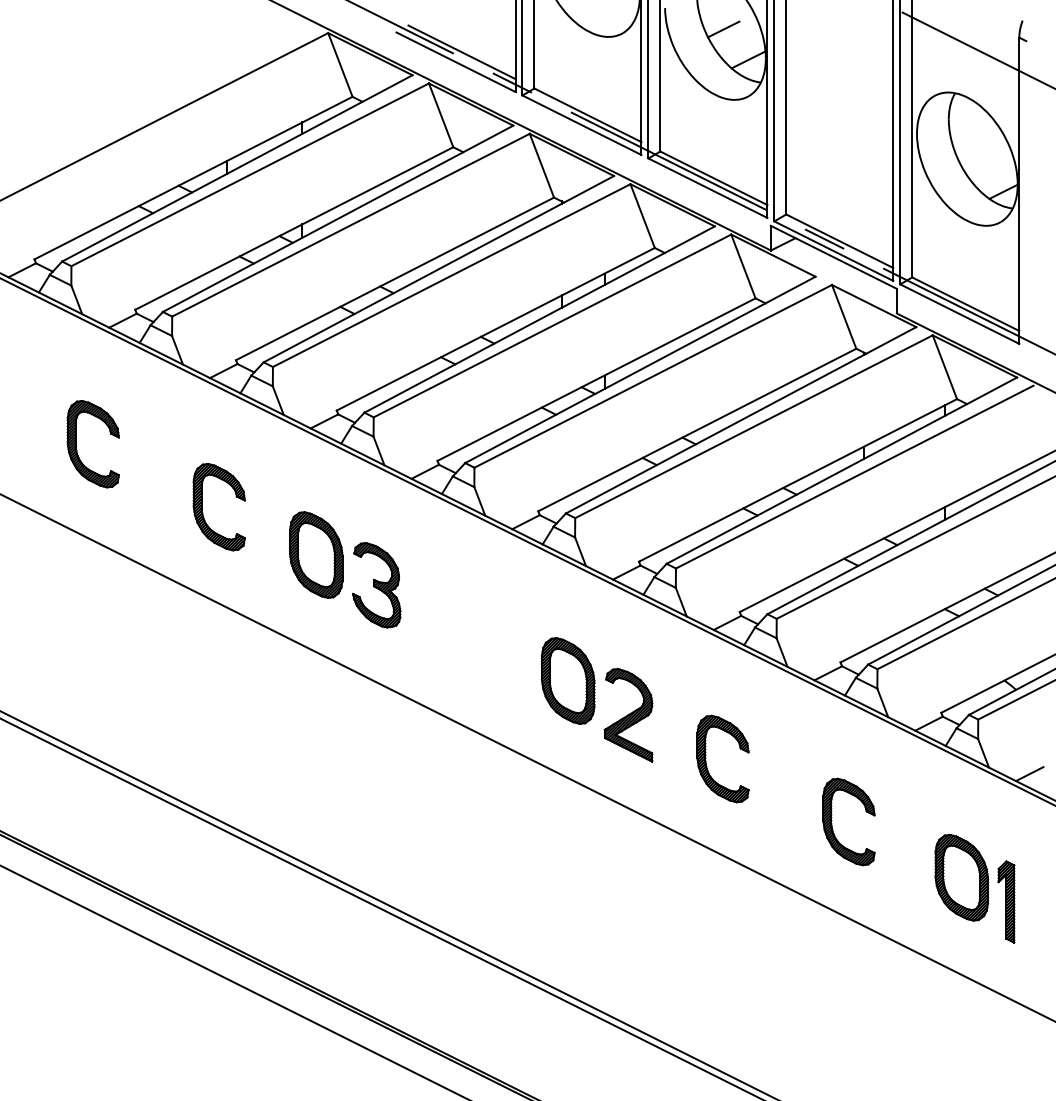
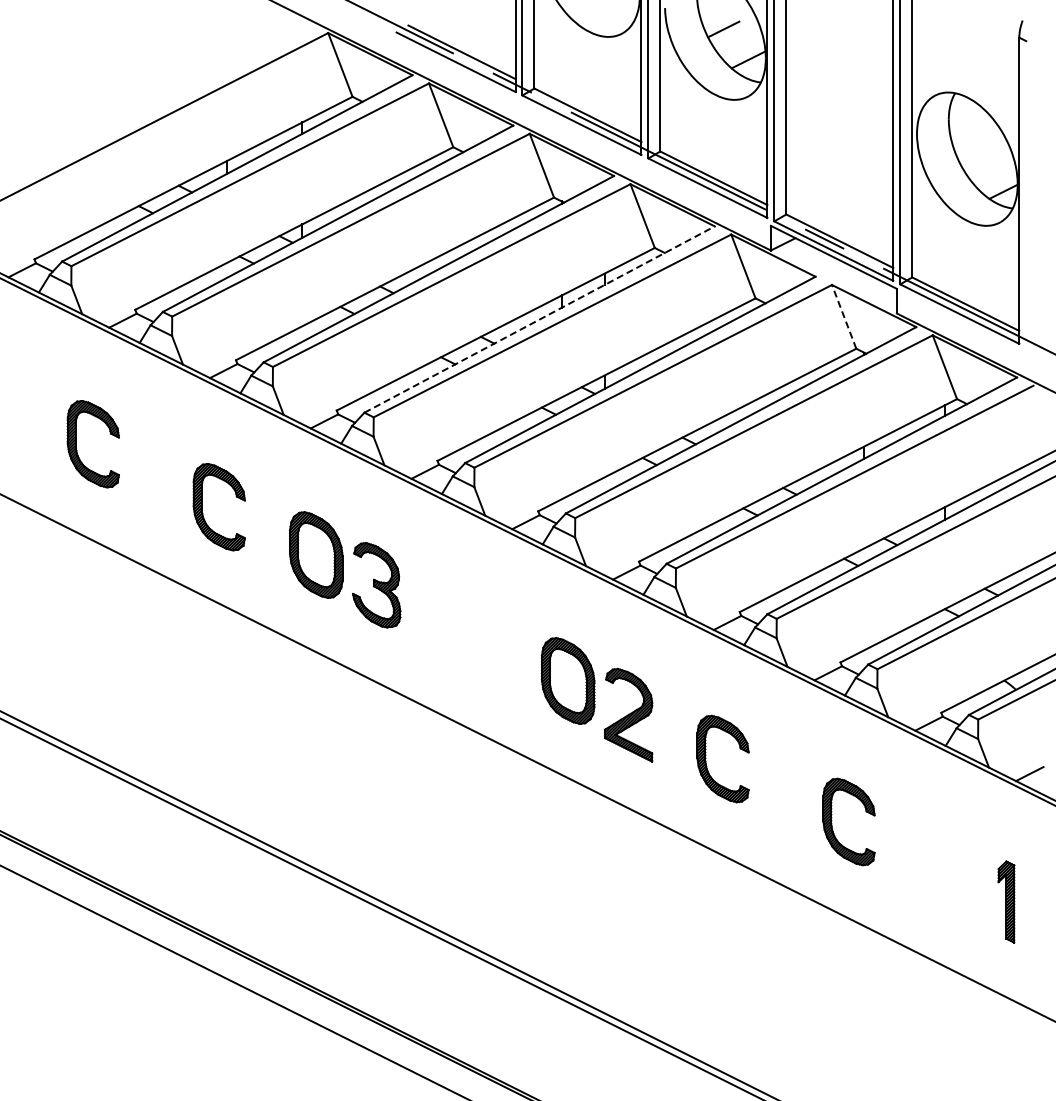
line at (967, 44): present -> none
line at (843, 316): solid -> dashed
line at (540, 319): solid -> dashed
part at (961, 877): present -> none
